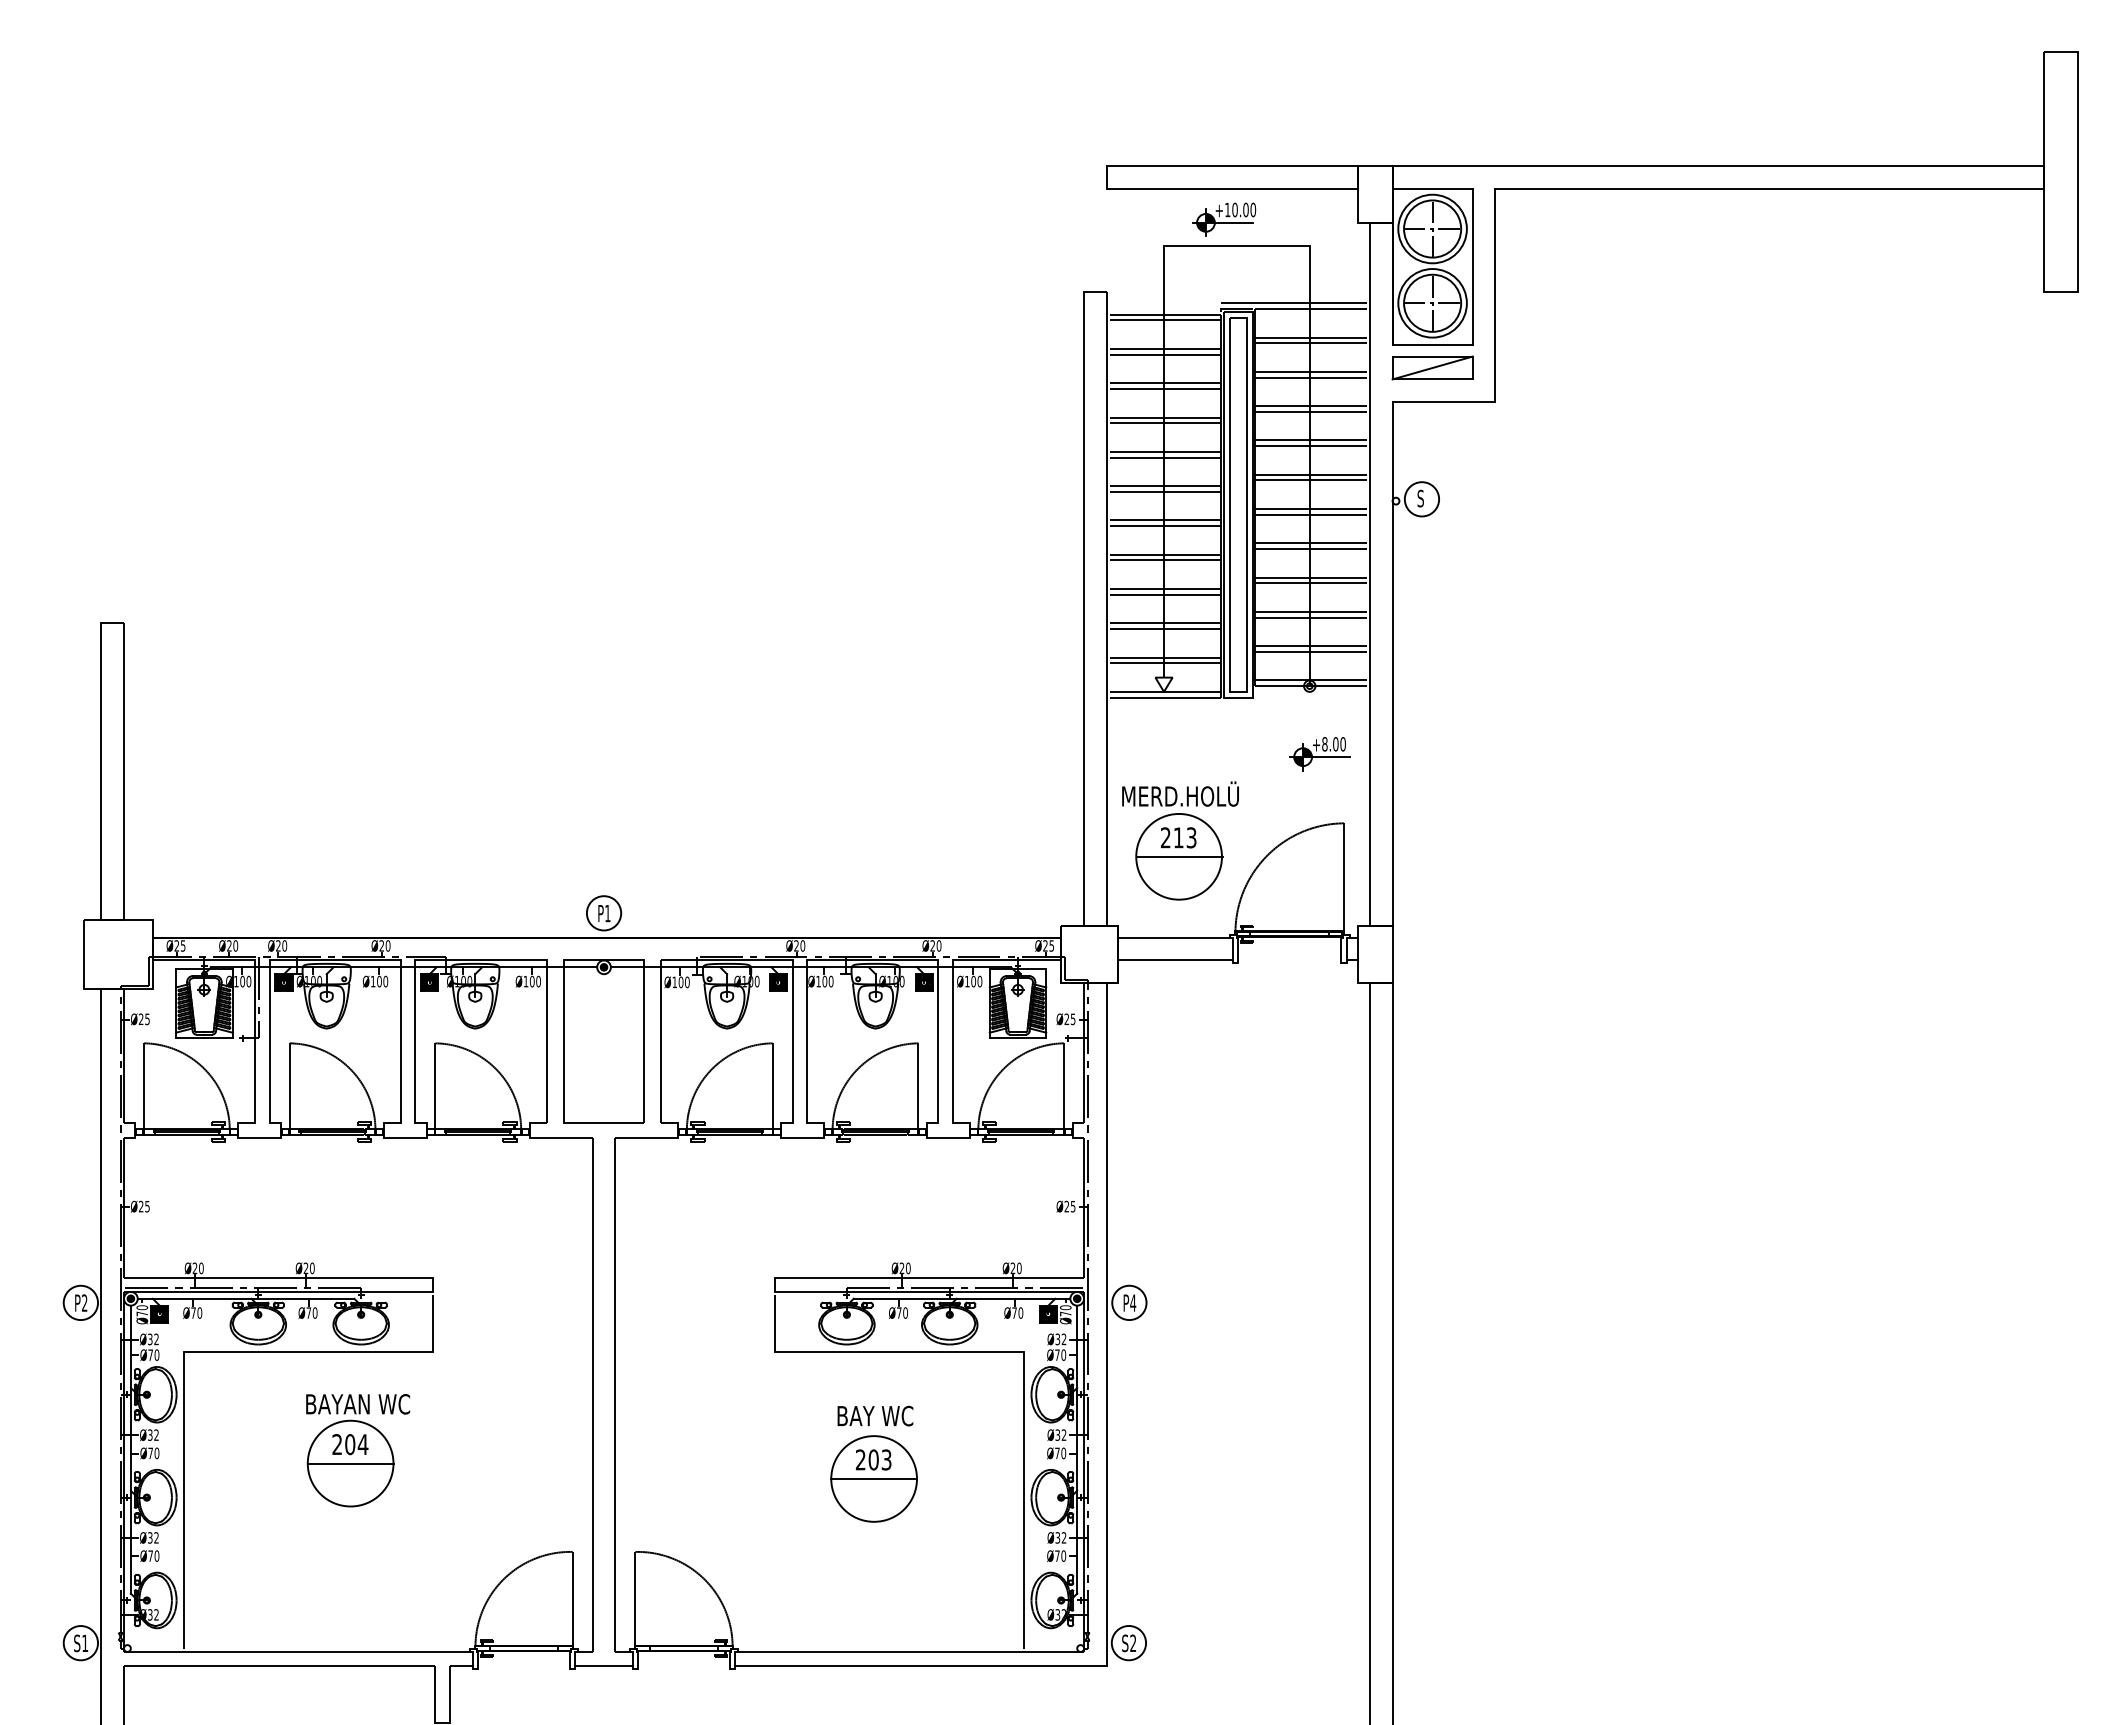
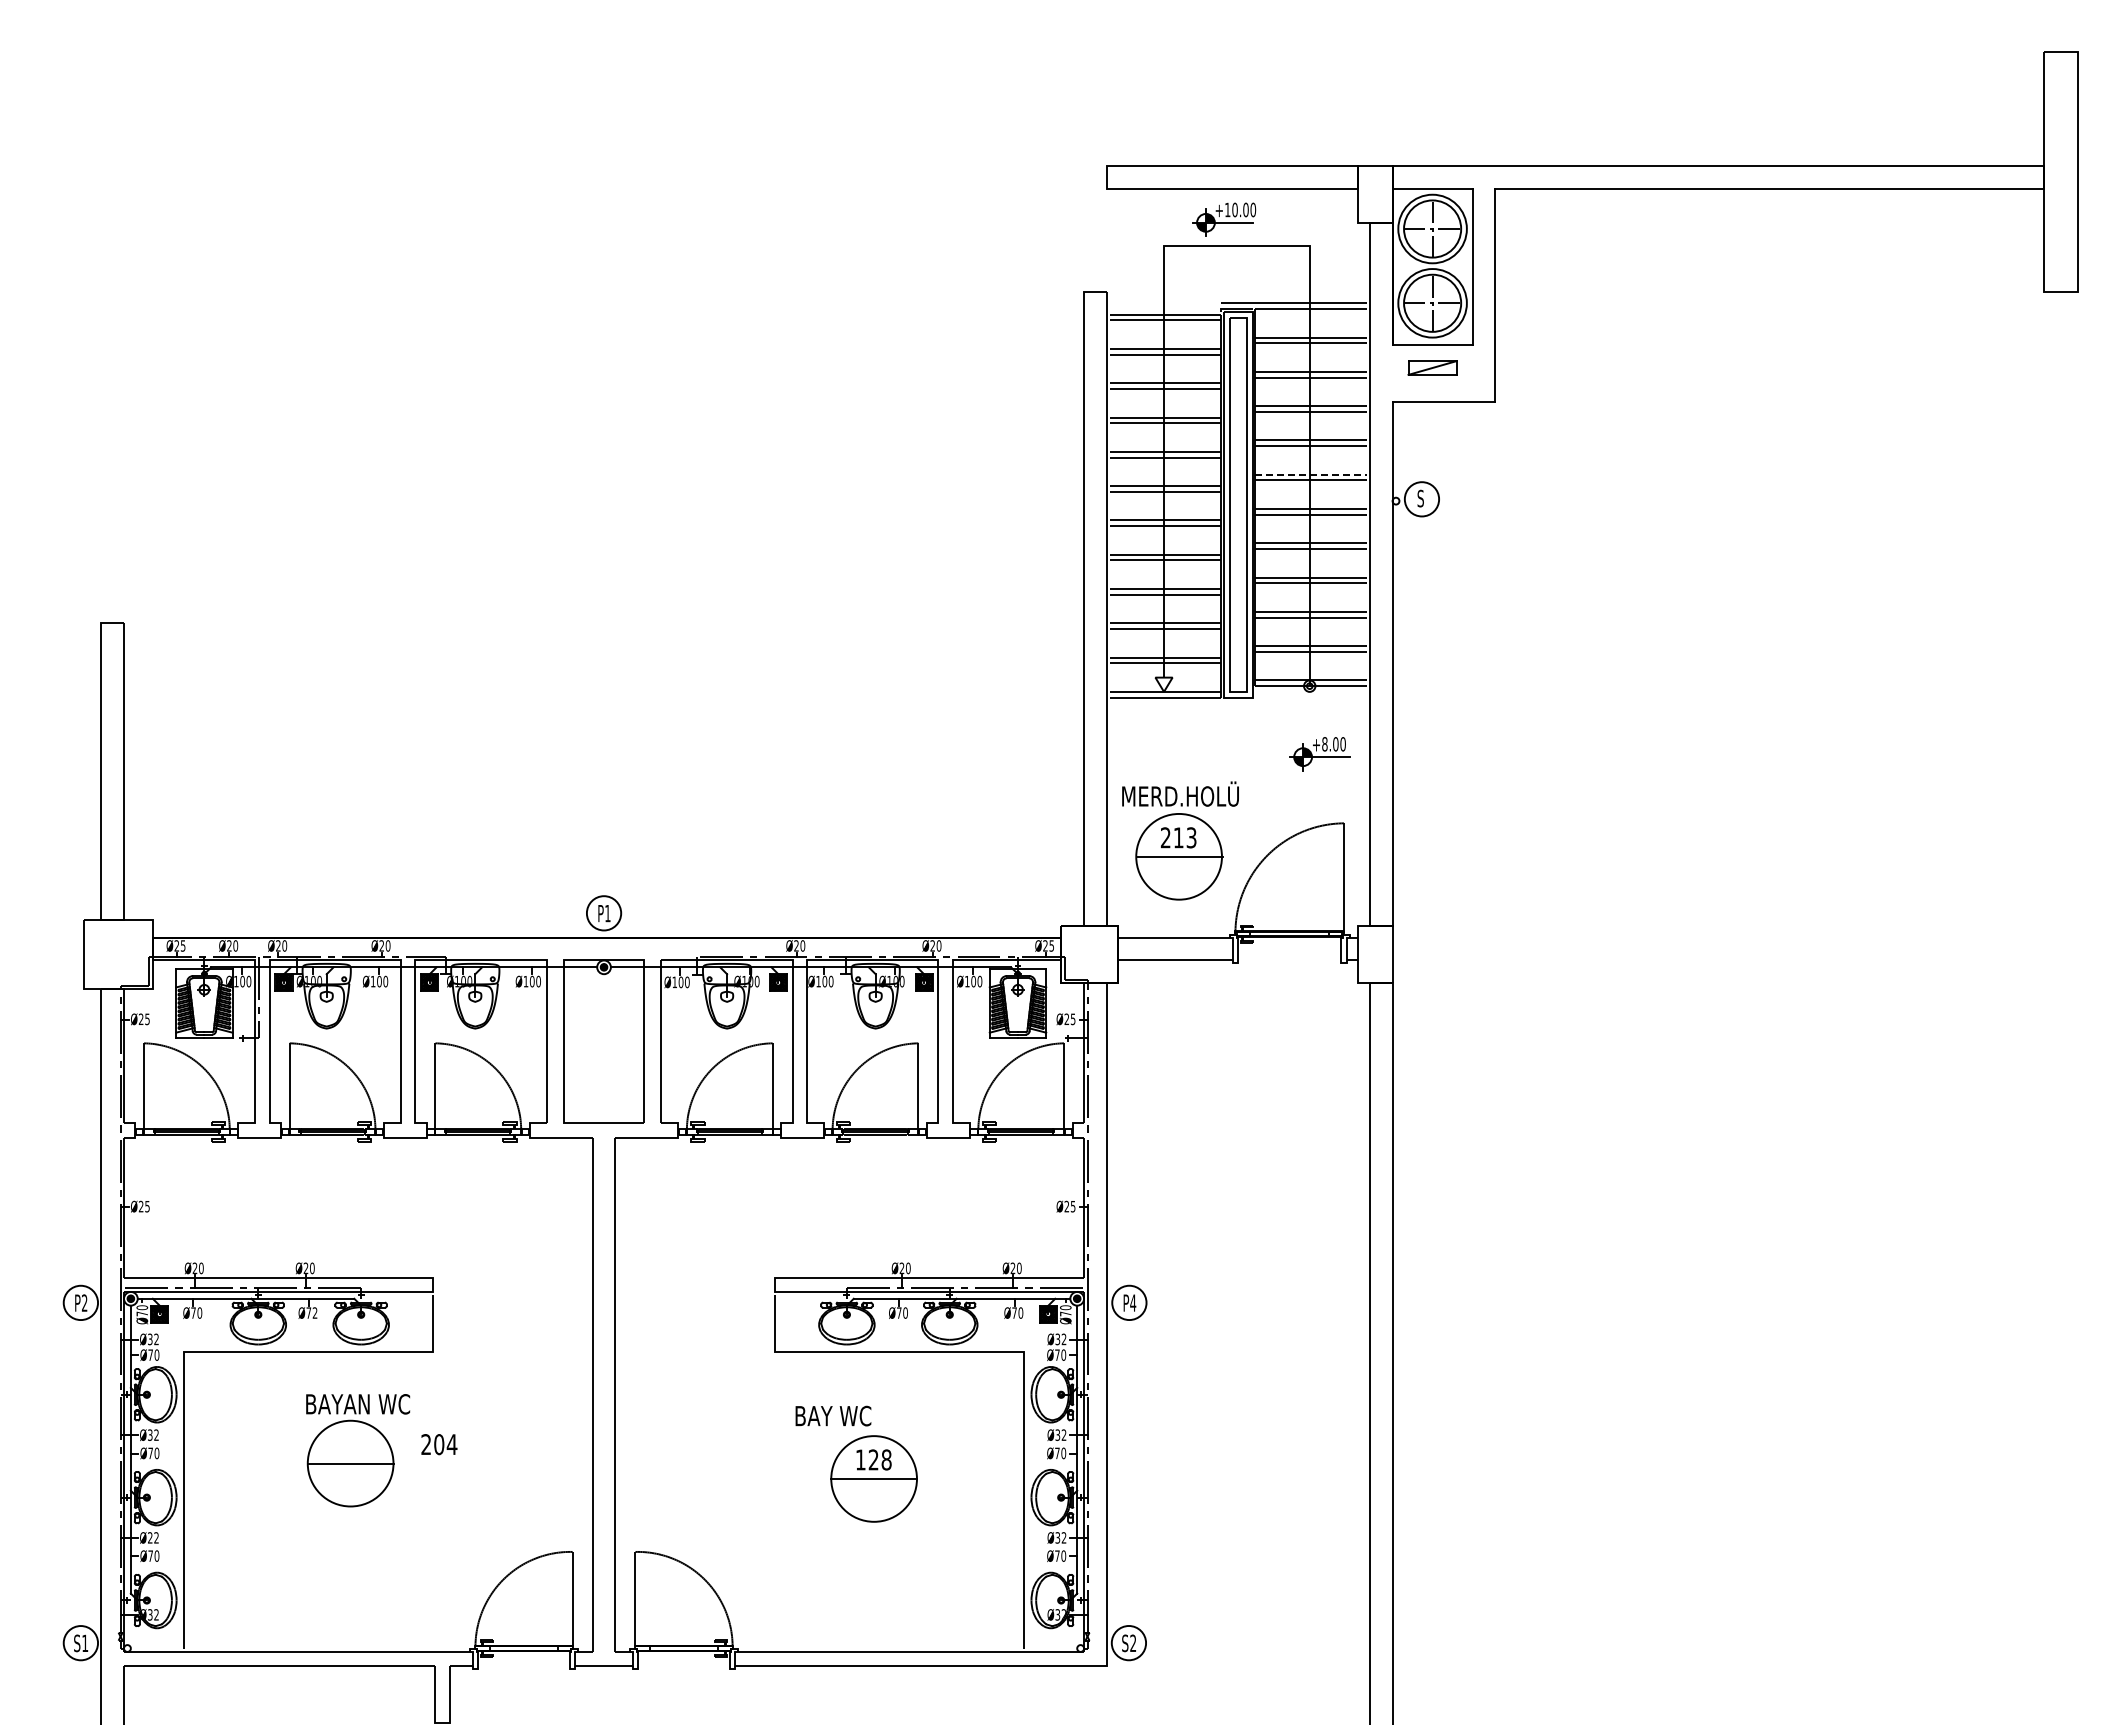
part at (1432, 367) size: 83x26 px -> 51x16 px
line at (1311, 474): solid -> dashed
text at (314, 1312): Ø70 -> Ø72
text at (875, 1415) position: (875, 1415) -> (833, 1415)
text at (350, 1444) position: (350, 1444) -> (439, 1444)
text at (873, 1459): 203 -> 128
text at (150, 1537): Ø32 -> Ø22
